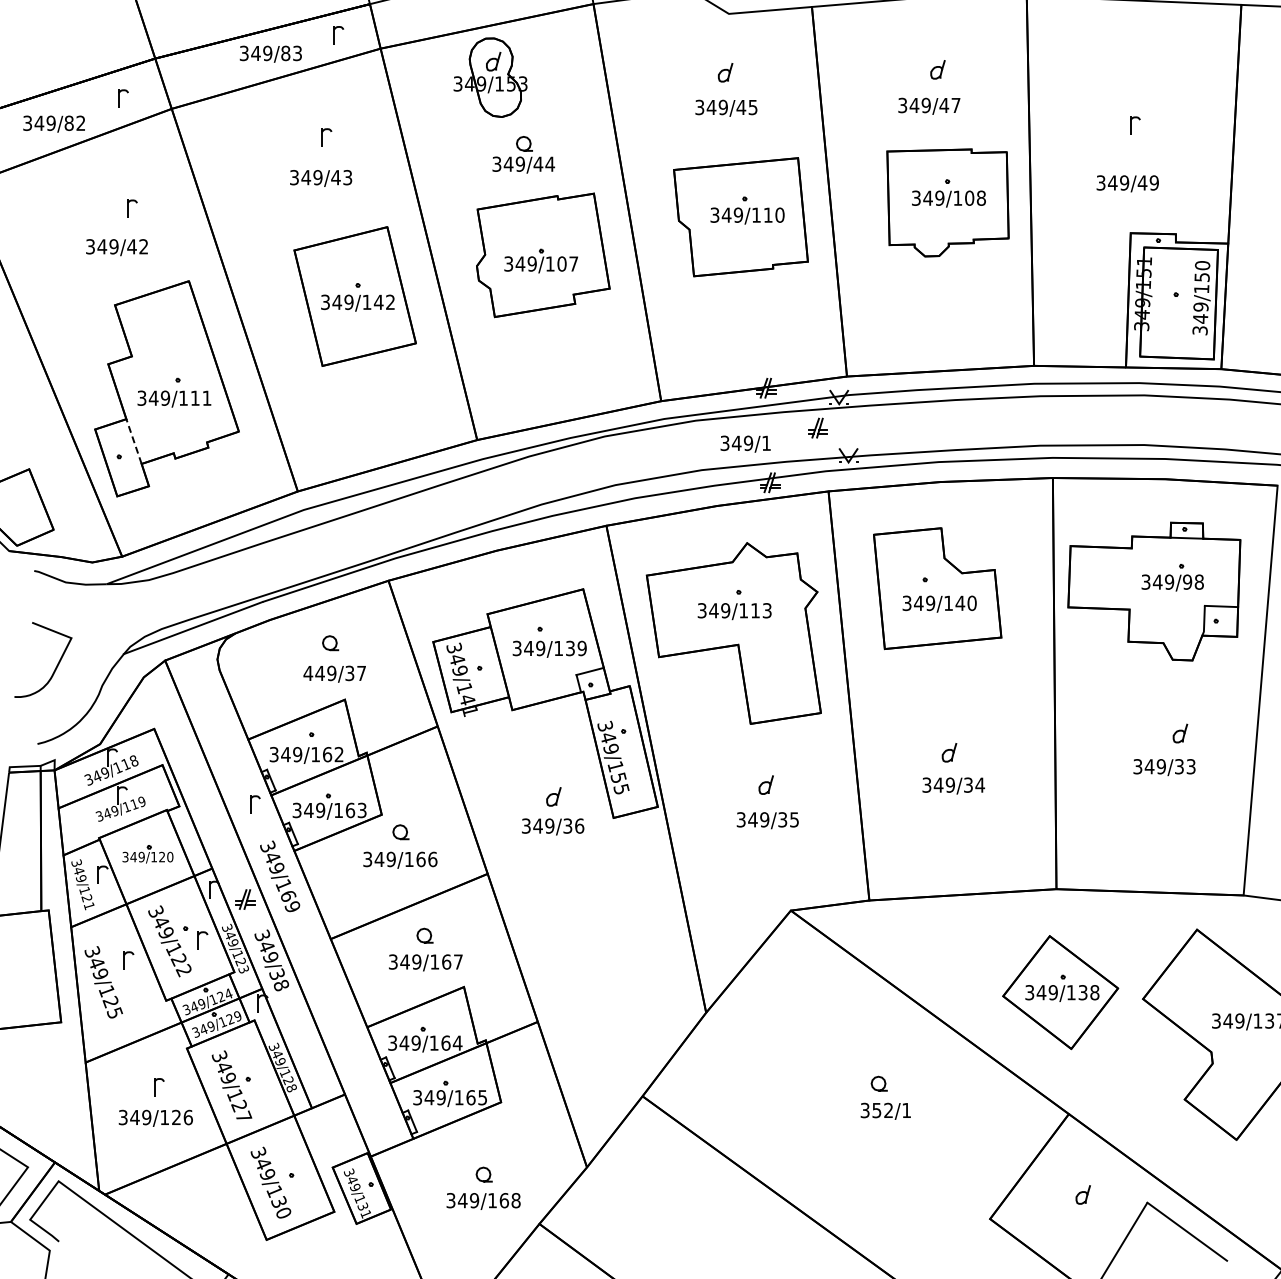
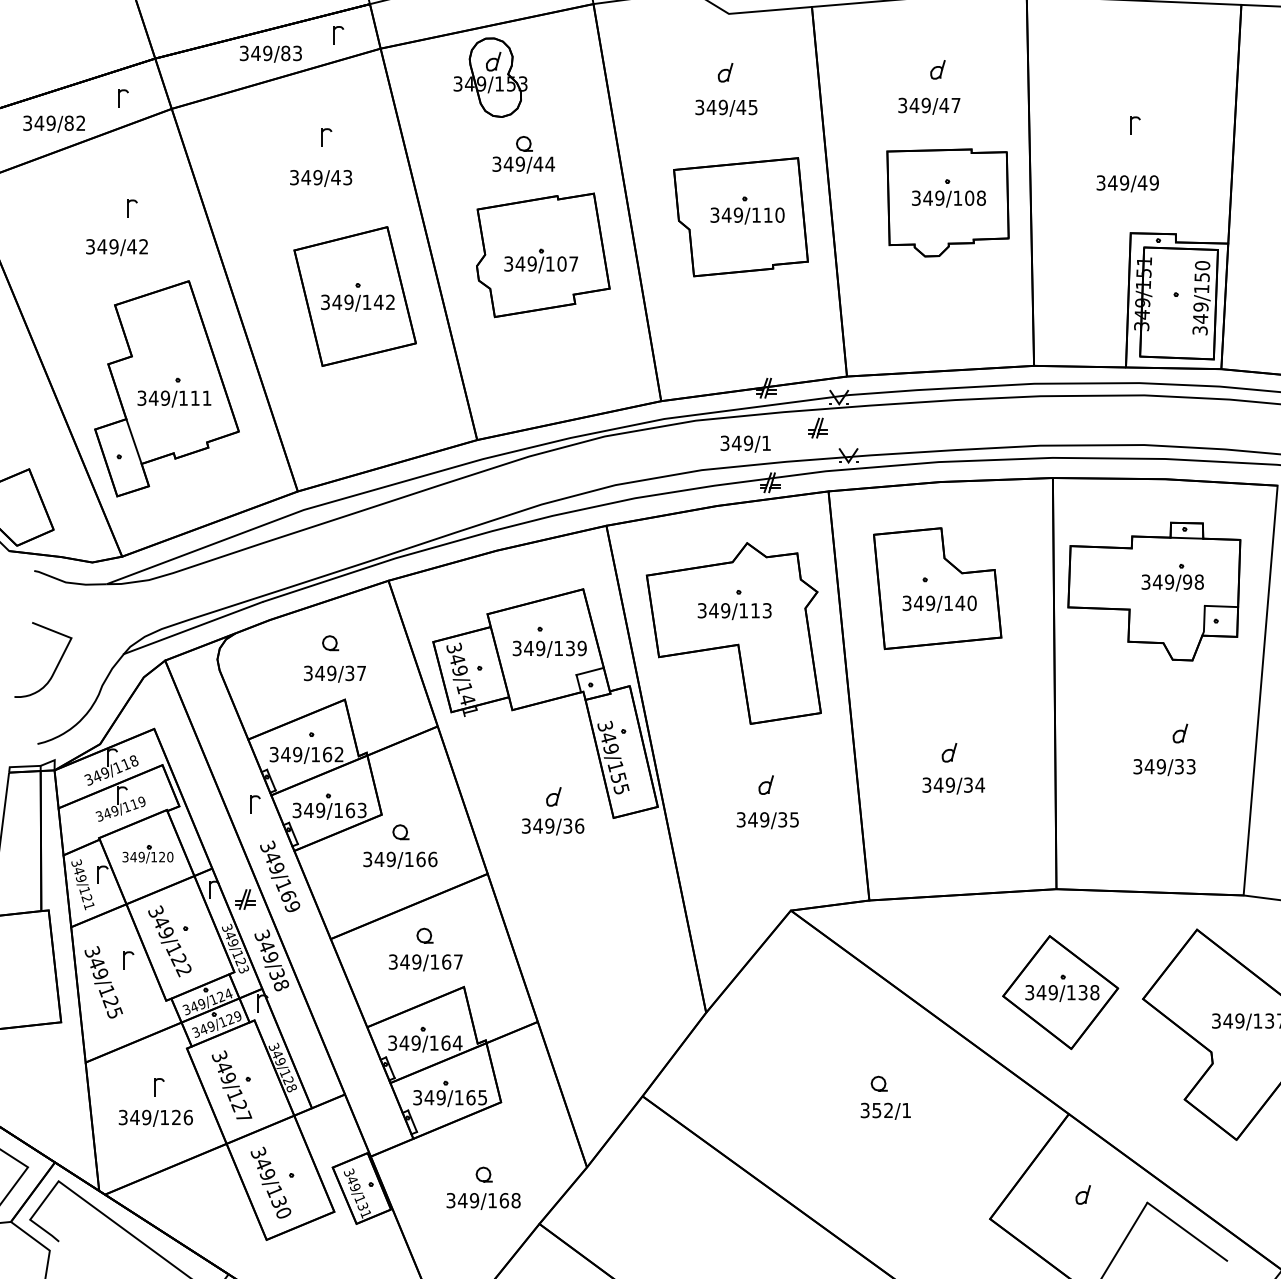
line at (134, 441): dashed -> solid
text at (308, 673): 449/37 -> 349/37
part at (202, 940): present -> none
